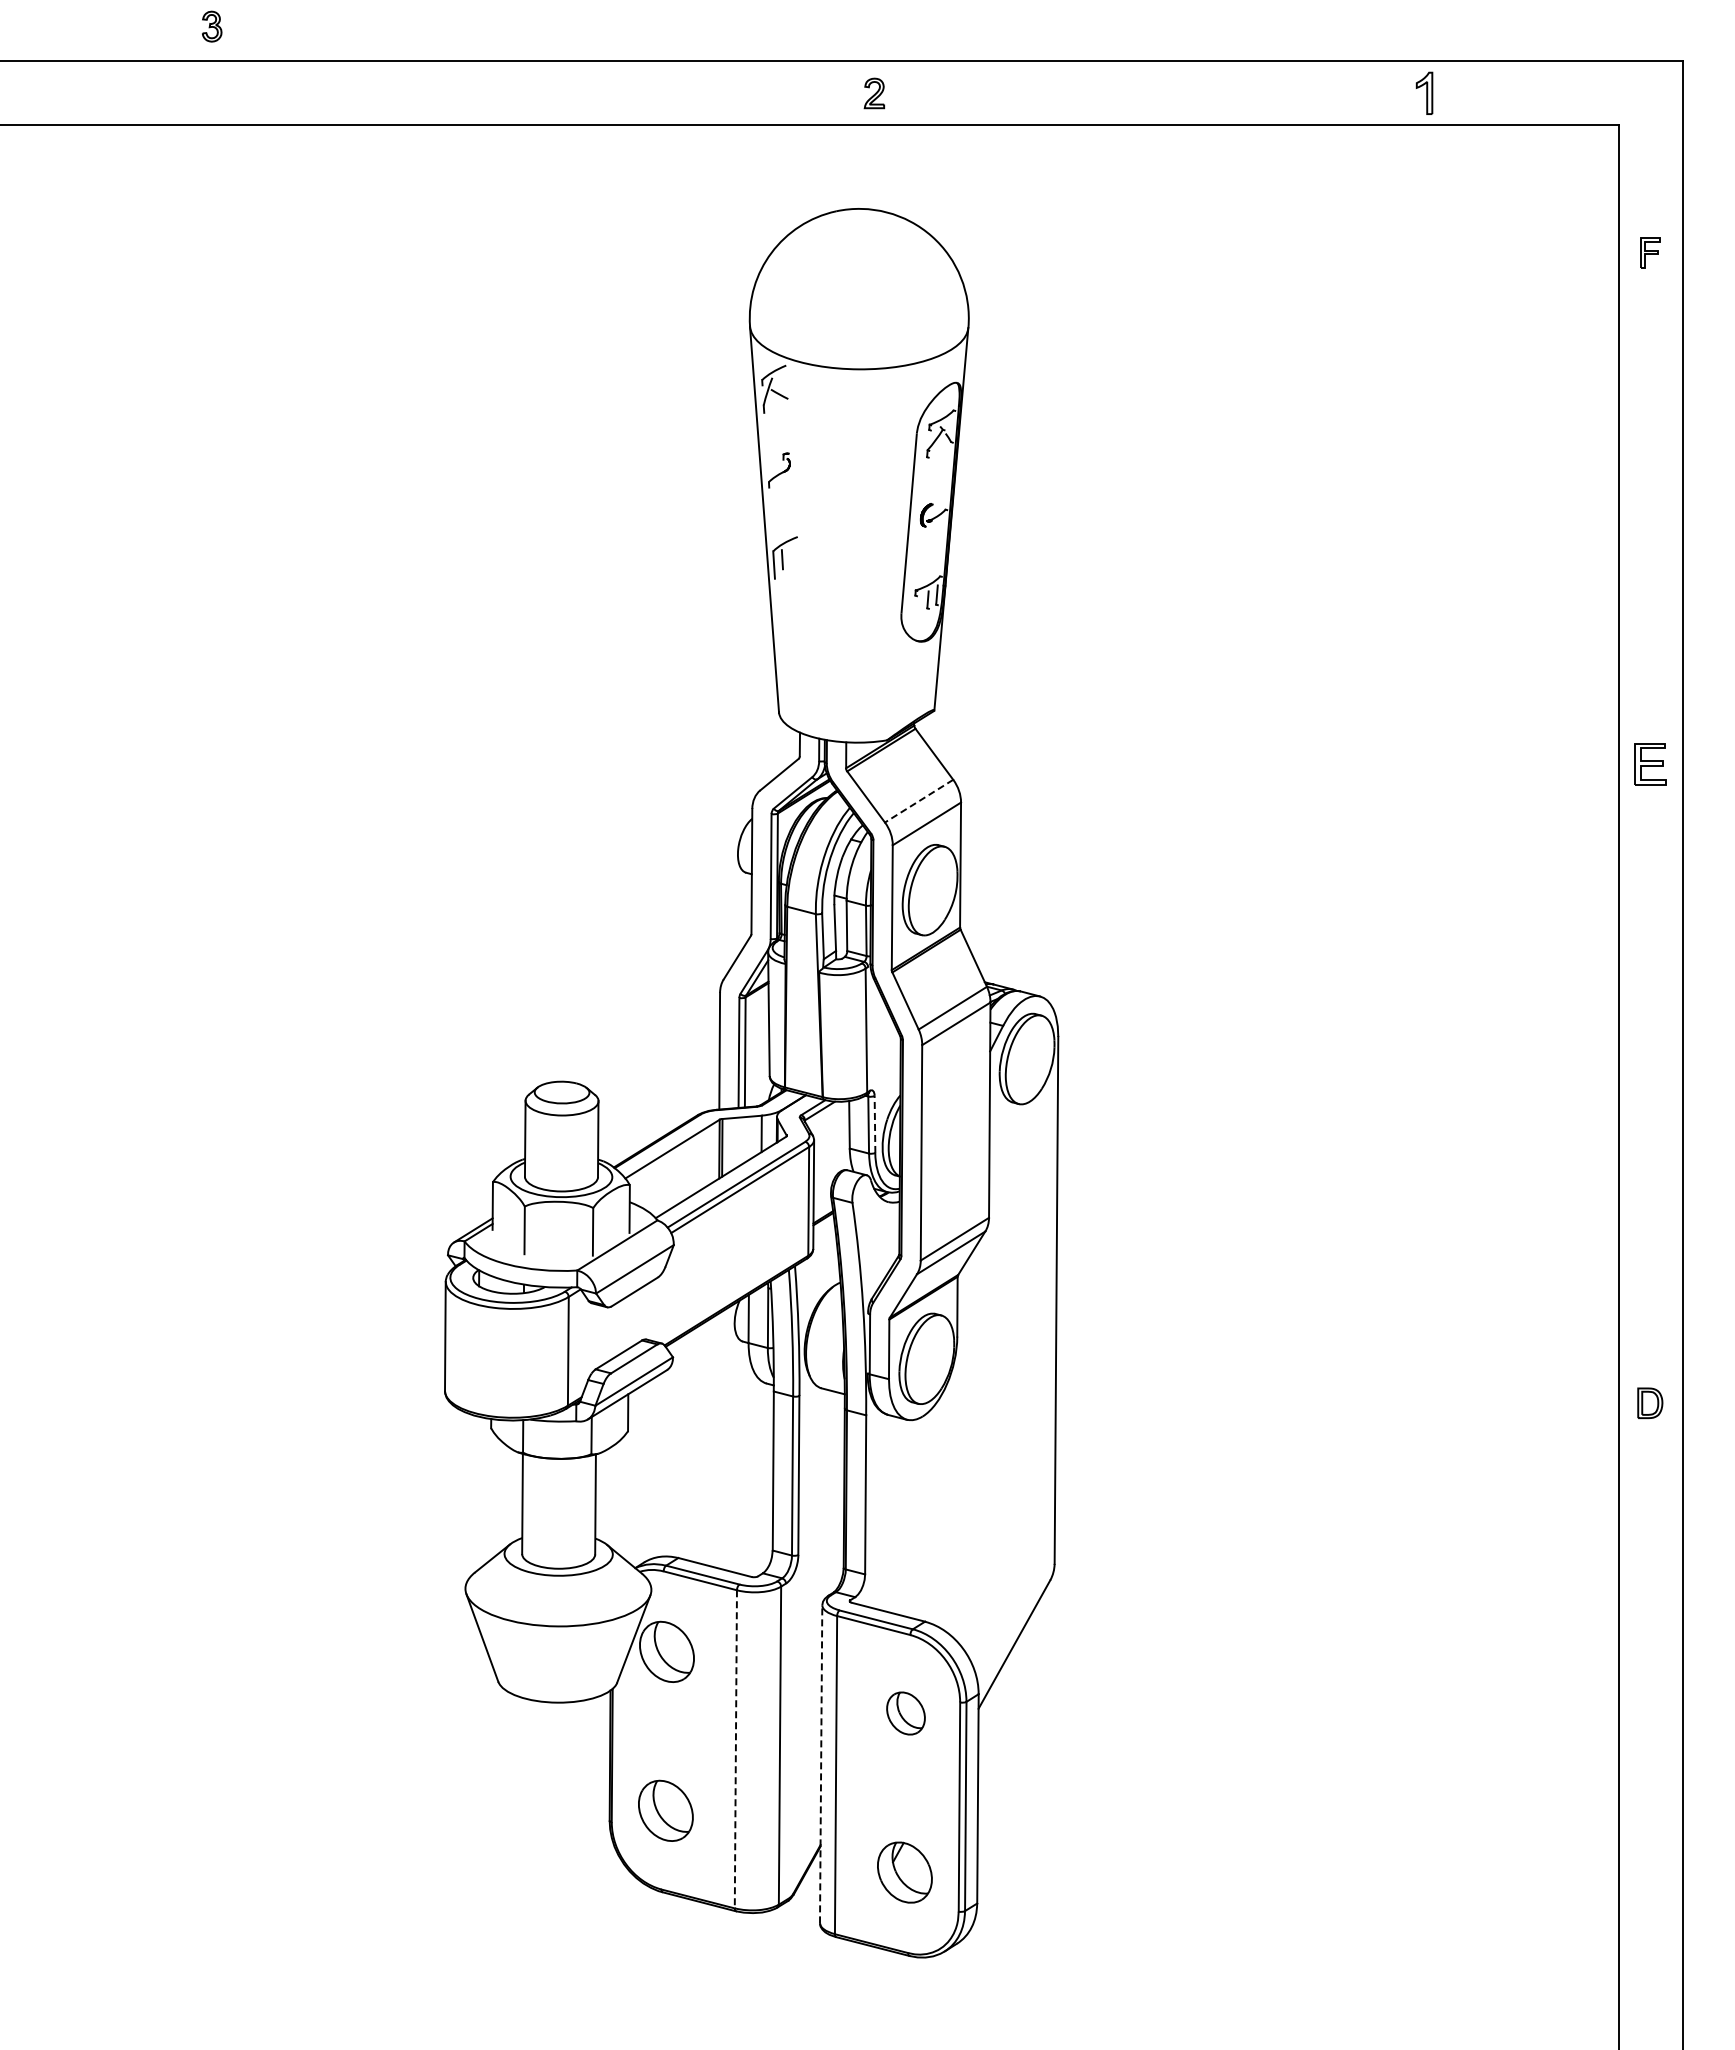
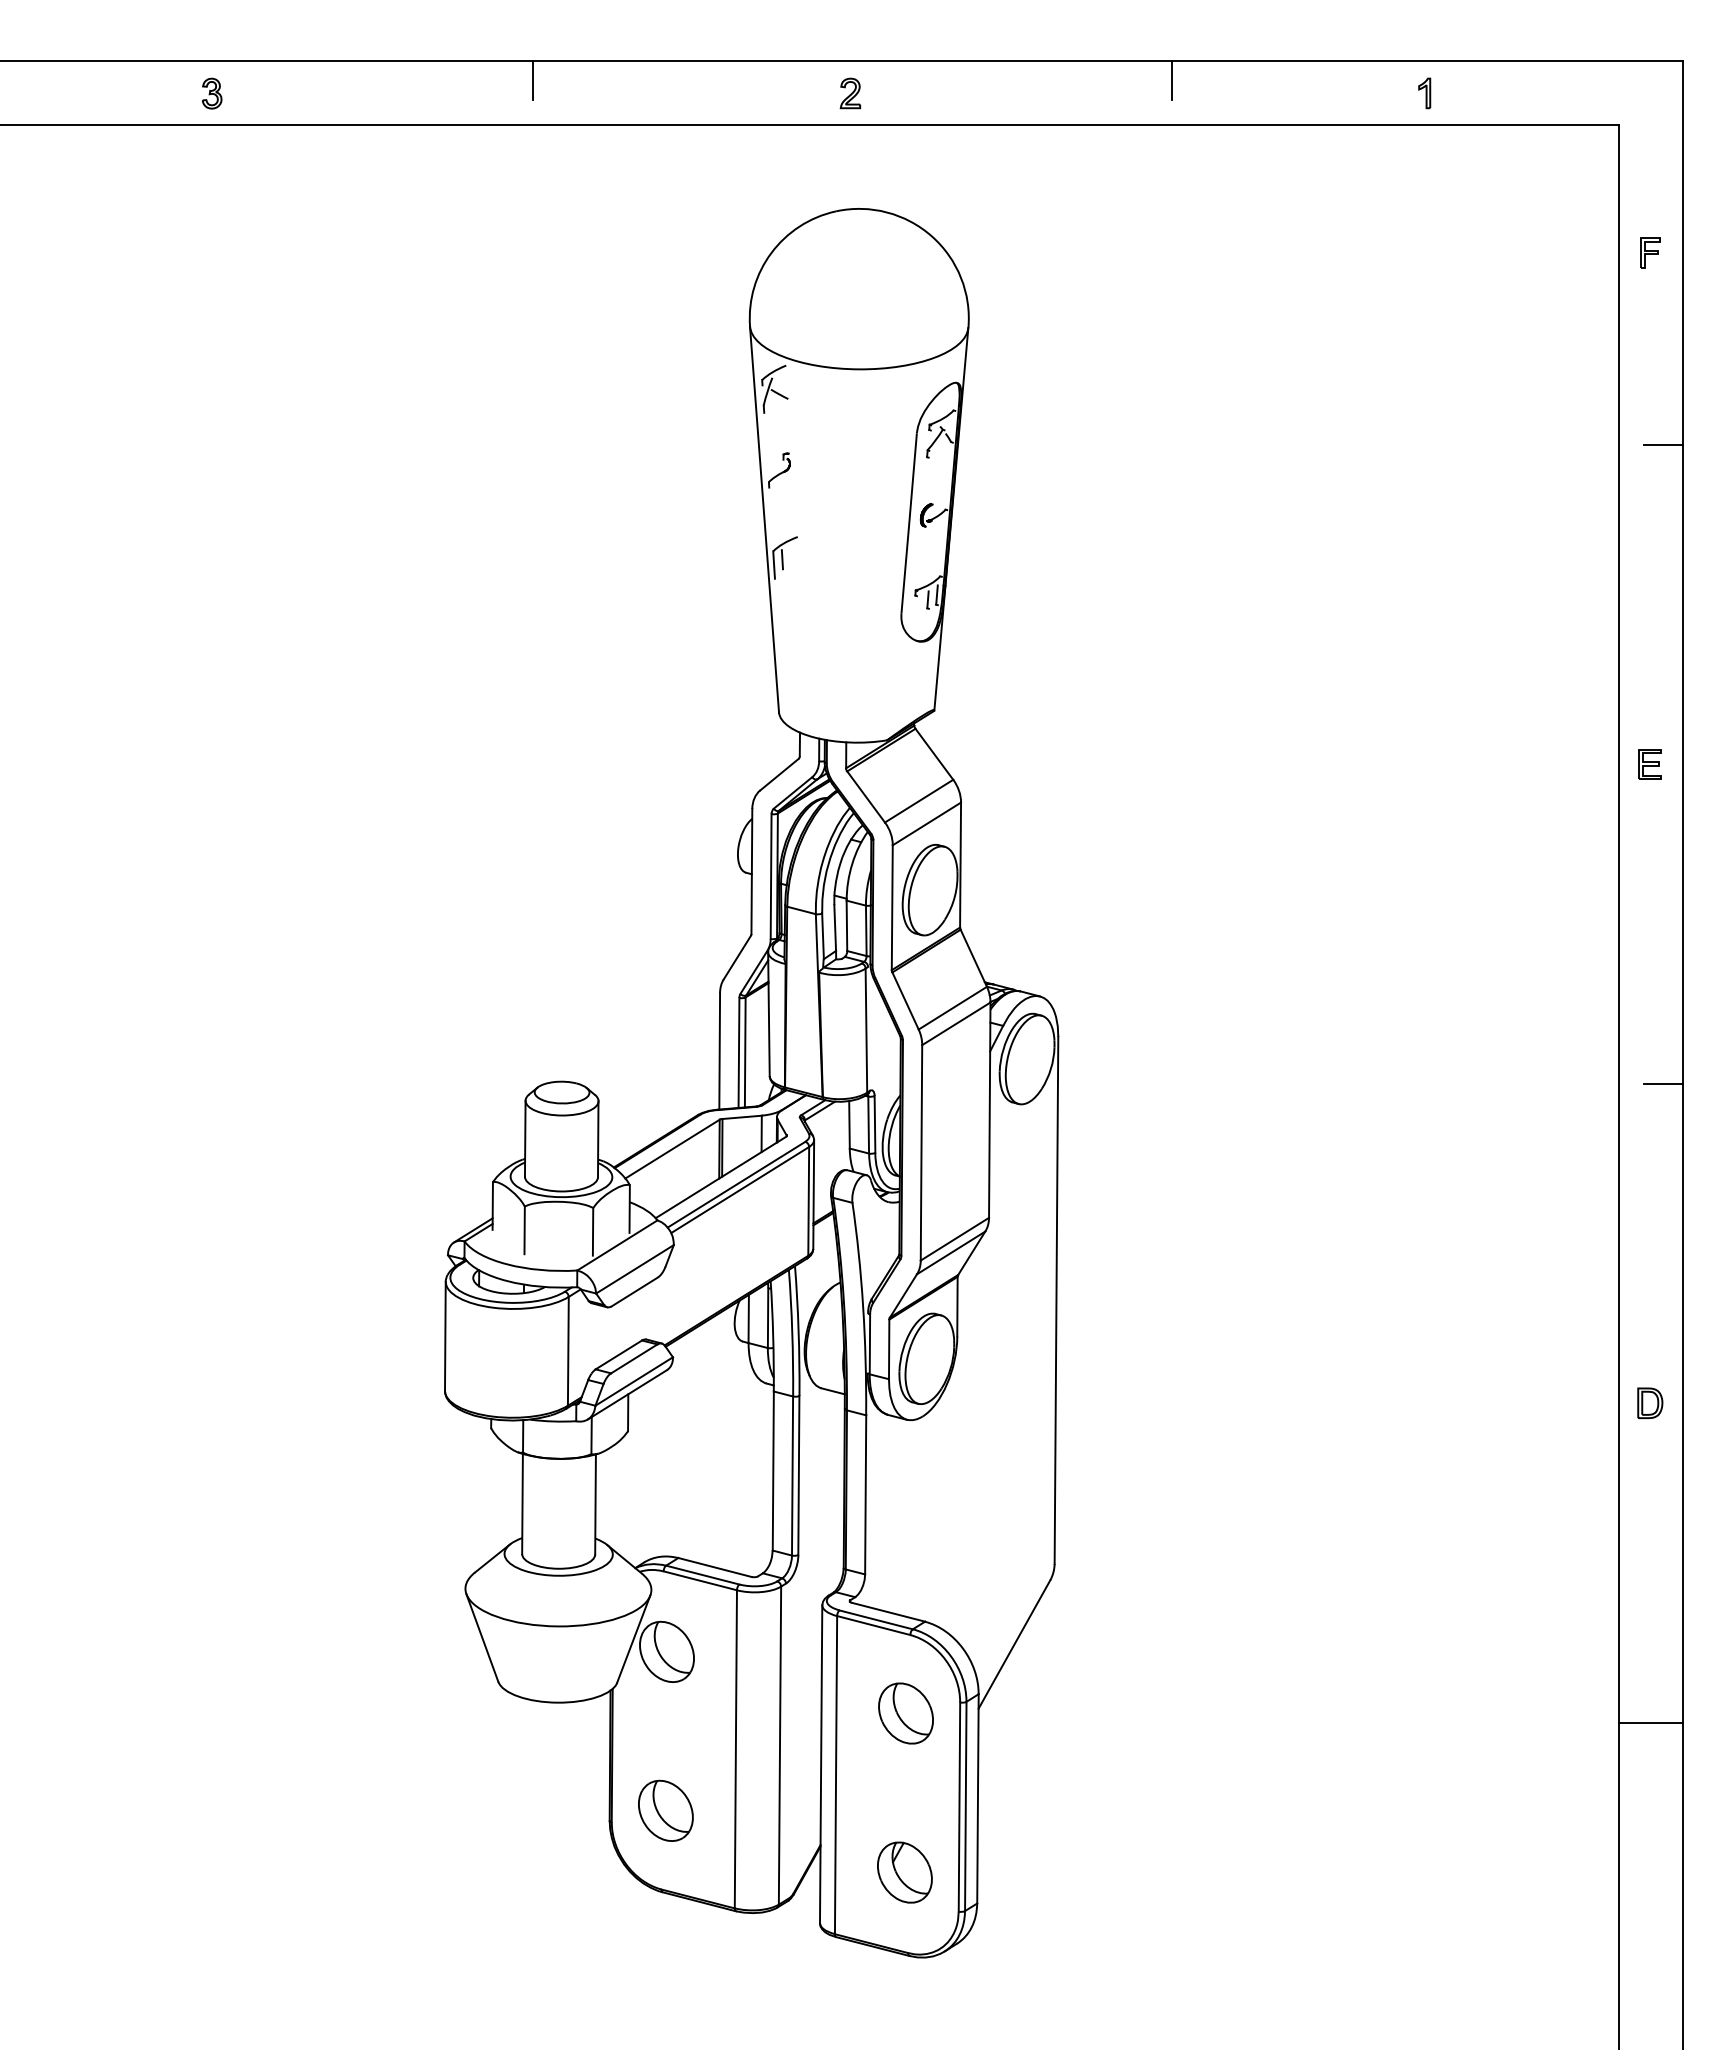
part at (212, 26) position: (212, 26) -> (212, 93)
line at (532, 80): none -> present
line at (1171, 80): none -> present
part at (1424, 92) size: 19x44 px -> 14x33 px
part at (873, 93) position: (873, 93) -> (849, 93)
line at (1663, 444): none -> present
part at (1650, 764) size: 33x43 px -> 24x31 px
line at (918, 801): dashed -> solid
line at (1663, 1083): none -> present
line at (875, 1124): dashed -> solid
part at (905, 1713) size: 40x45 px -> 56x63 px
line at (1650, 1722): none -> present
line at (735, 1749): dashed -> solid
line at (821, 1763): dashed -> solid
